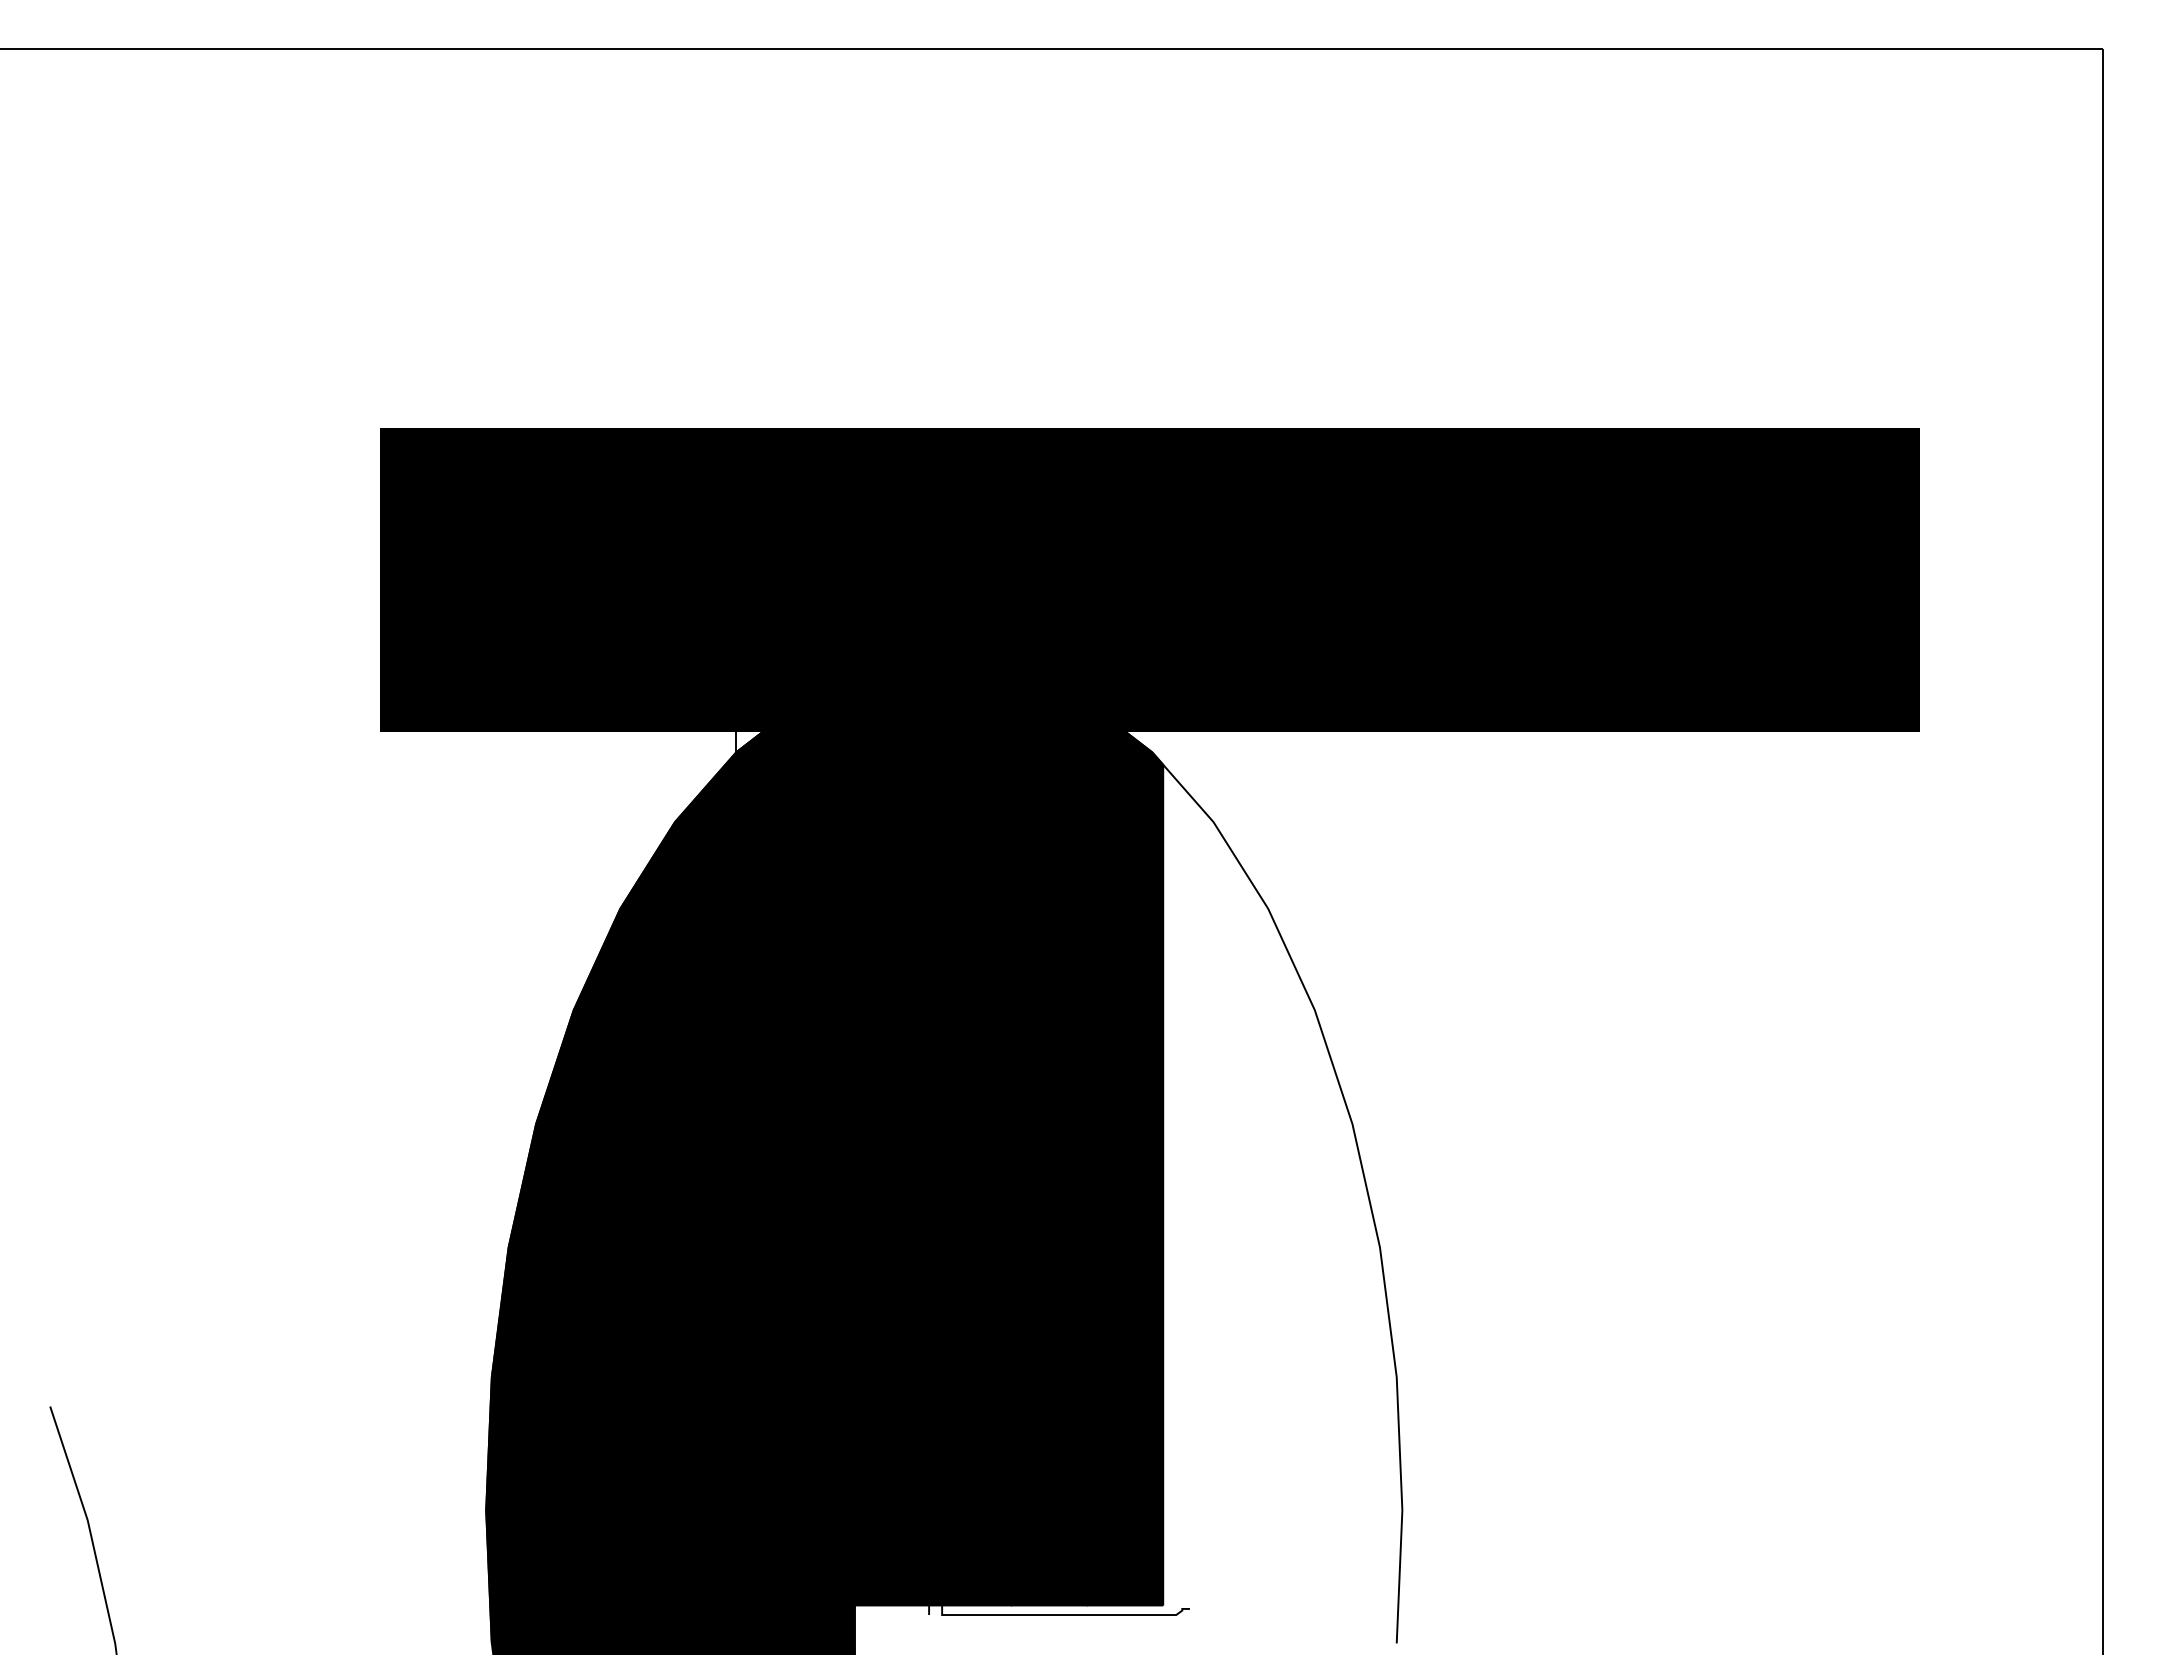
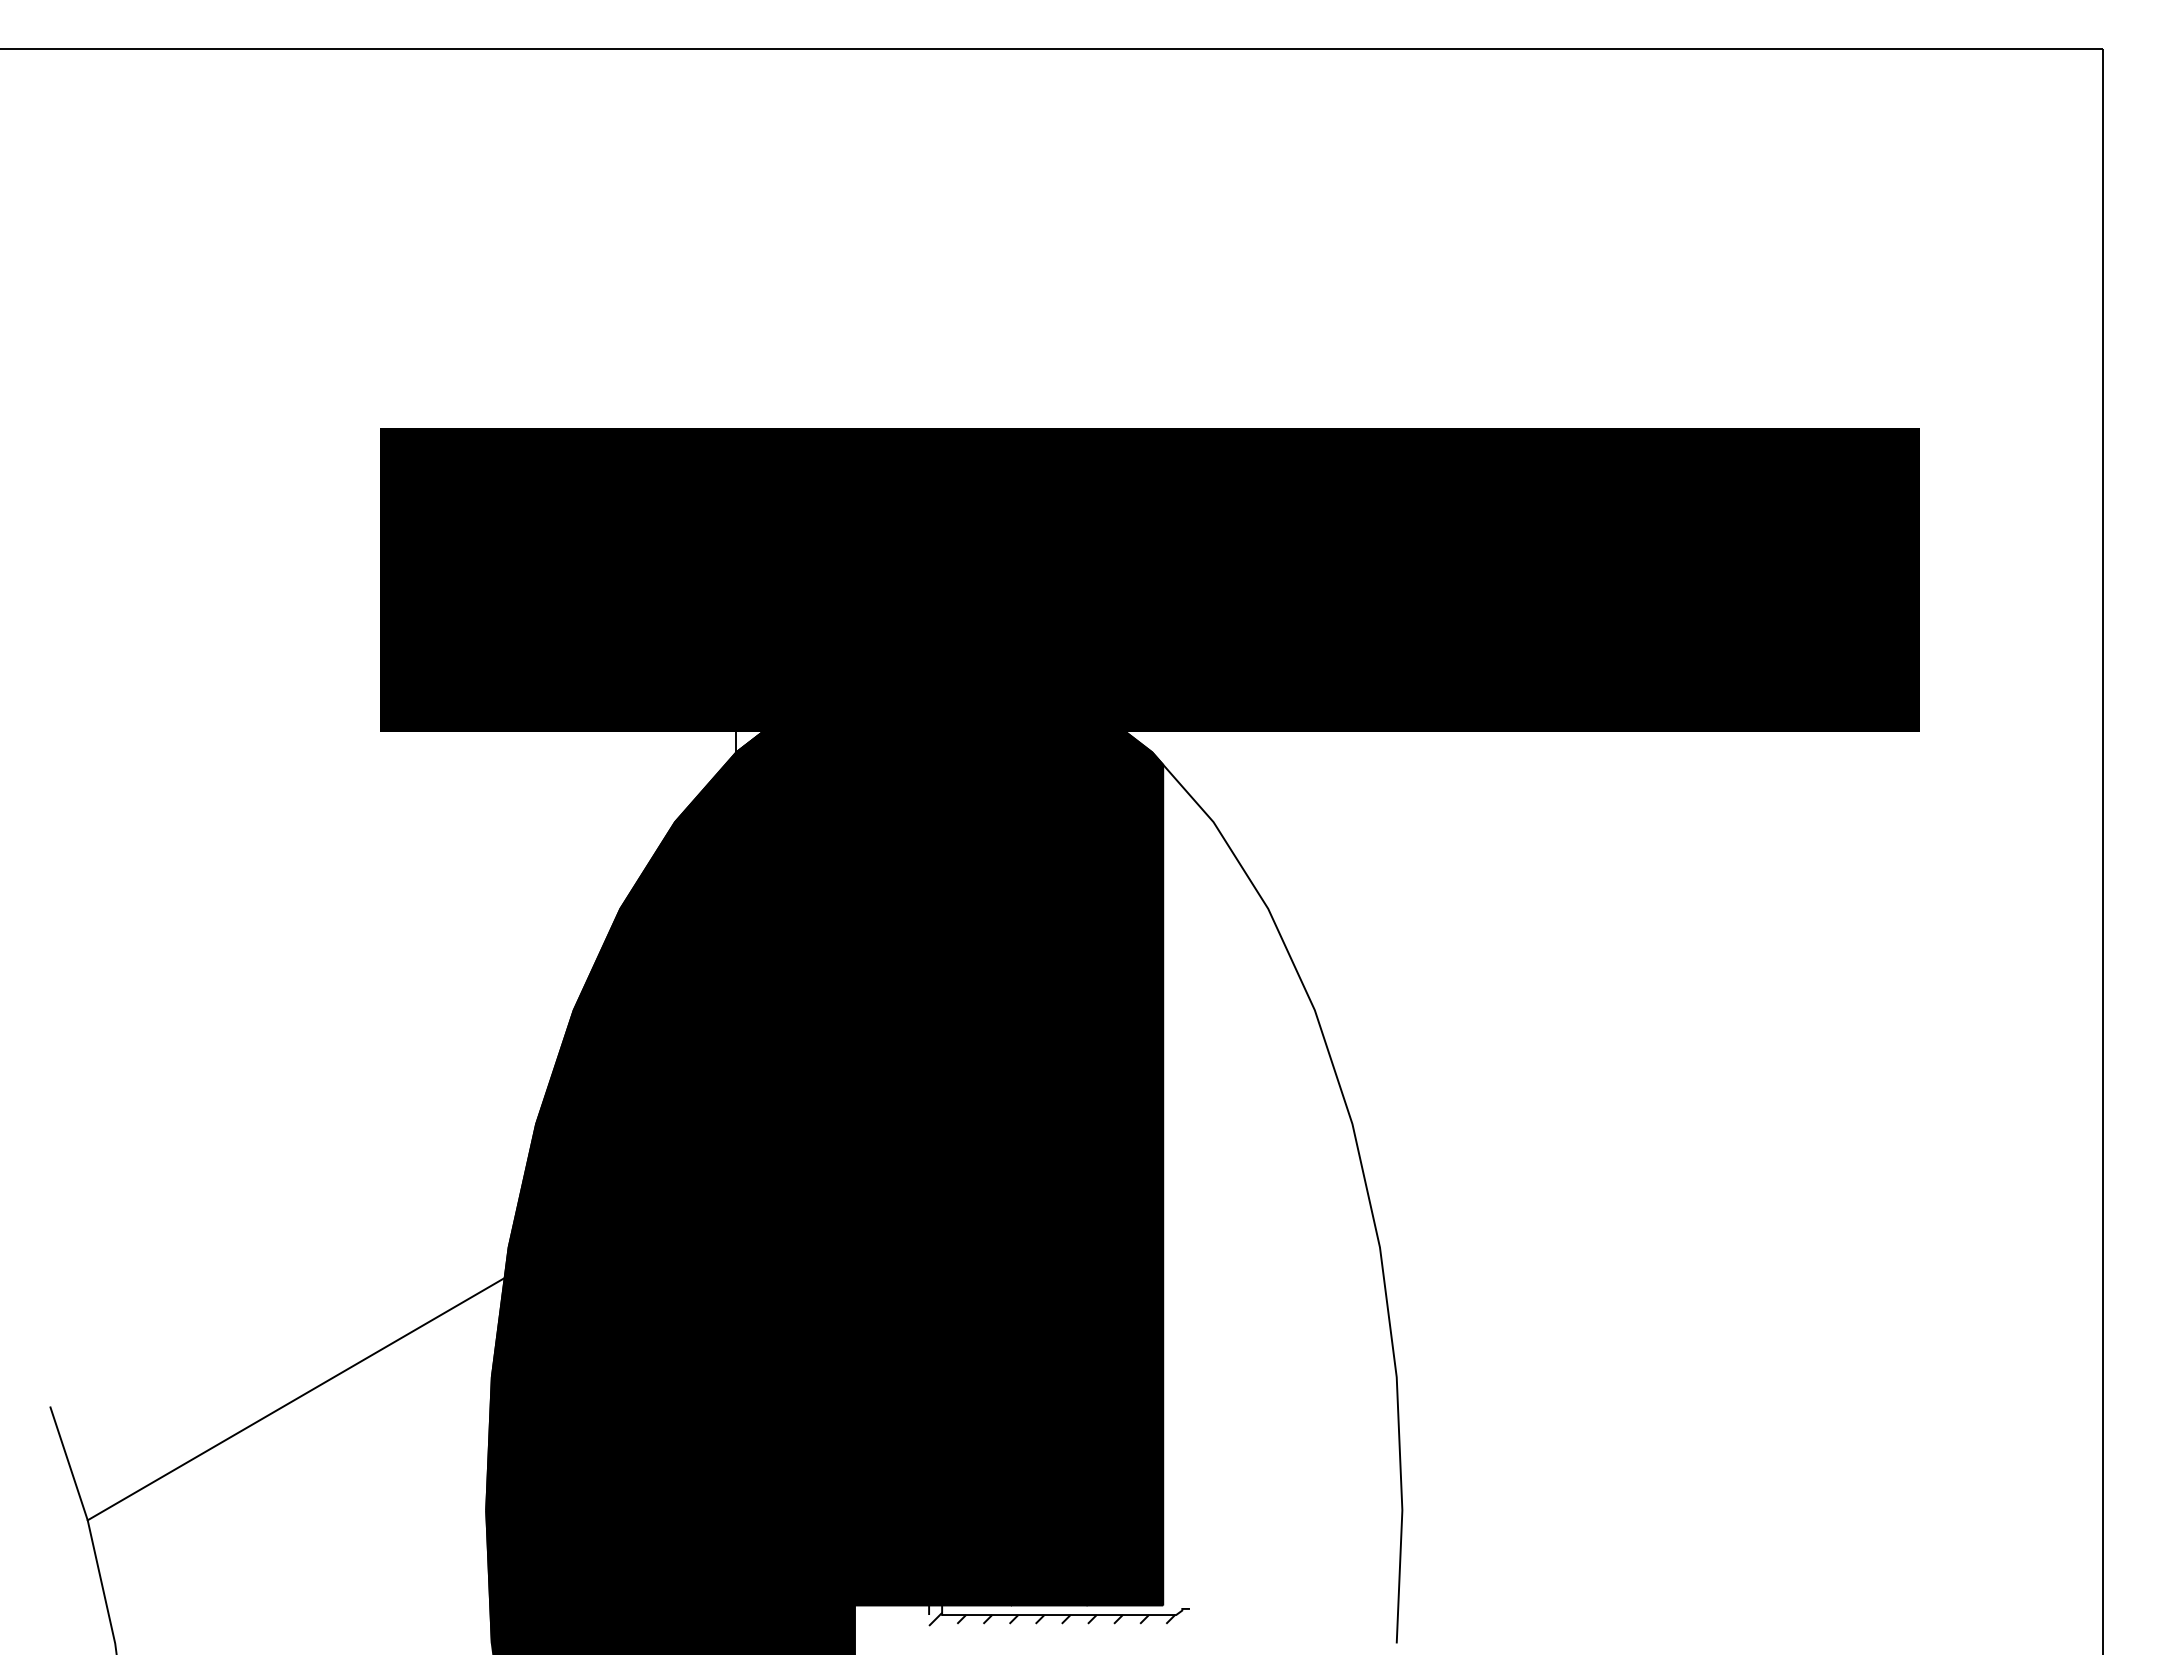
line at (295, 1399): none -> present
hatch at (1052, 1609): none -> present
